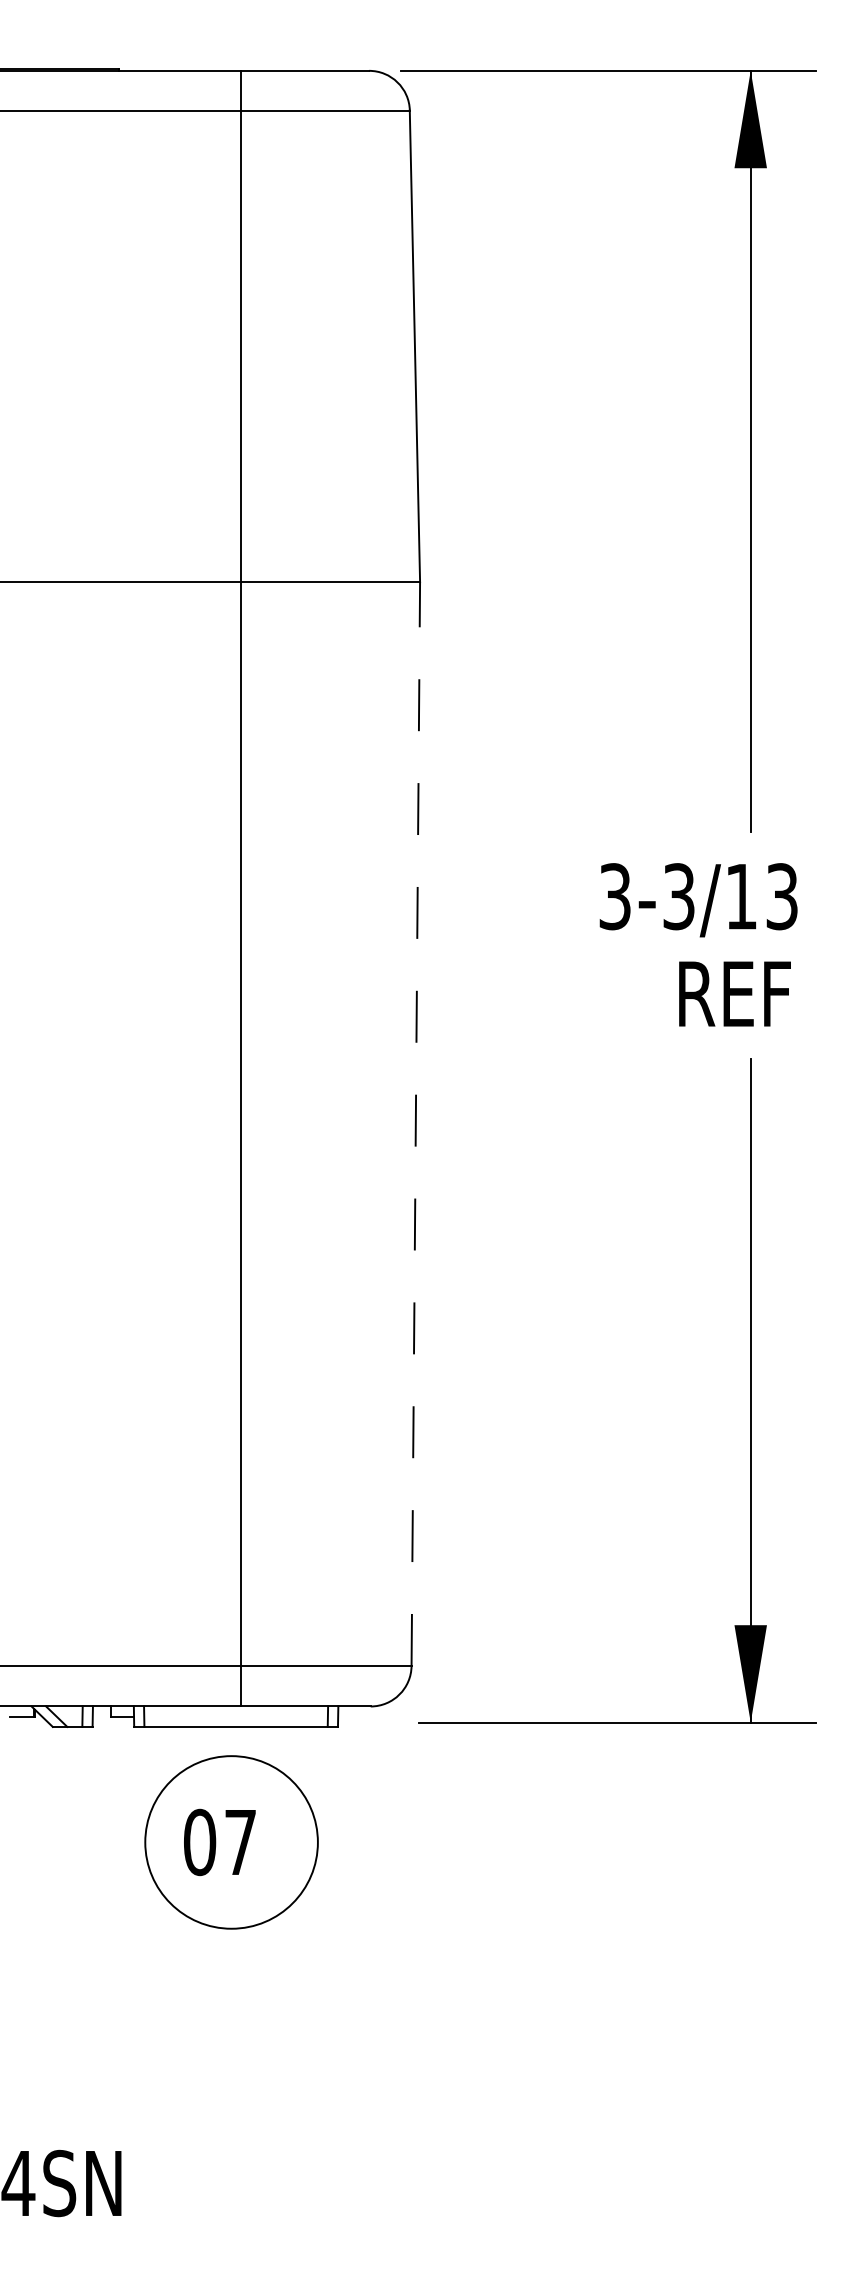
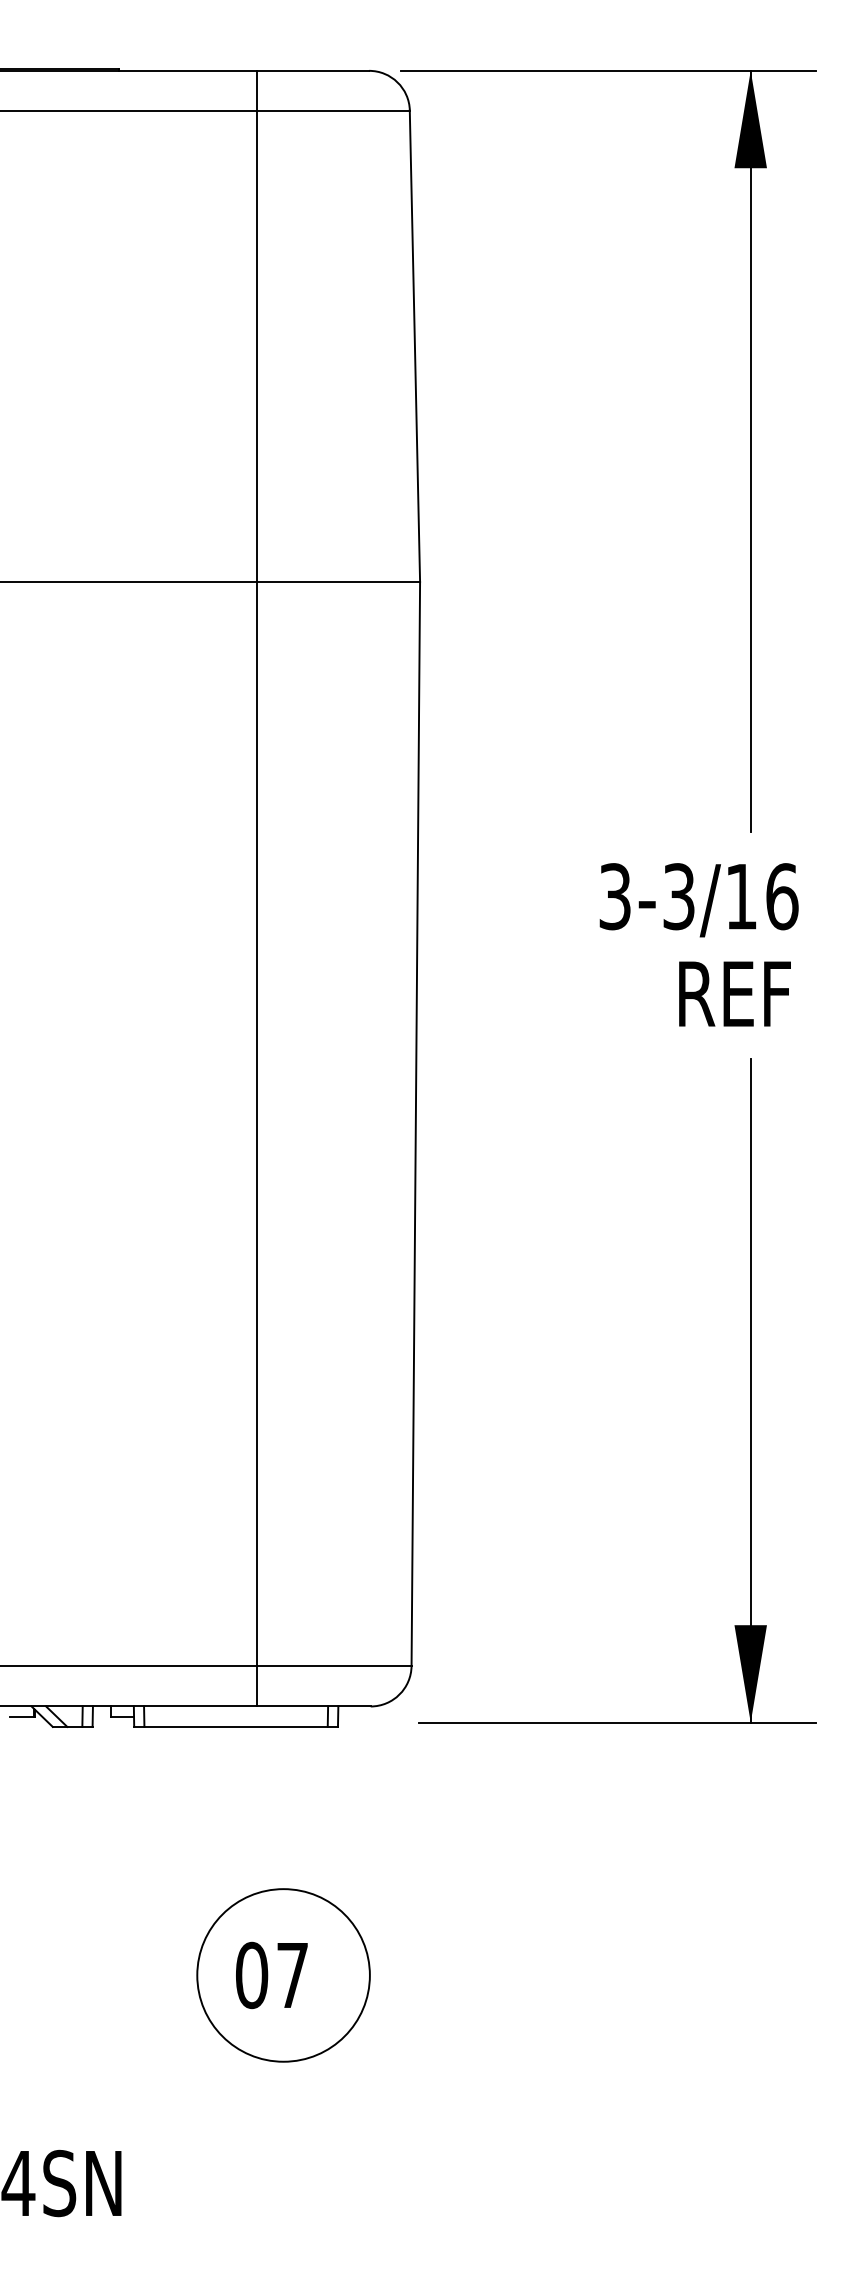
line at (240, 888) position: (240, 888) -> (256, 888)
text at (782, 896): 3-3/13 -> 3-3/16
line at (415, 1123): dashed -> solid
part at (231, 1842) position: (231, 1842) -> (283, 1975)
